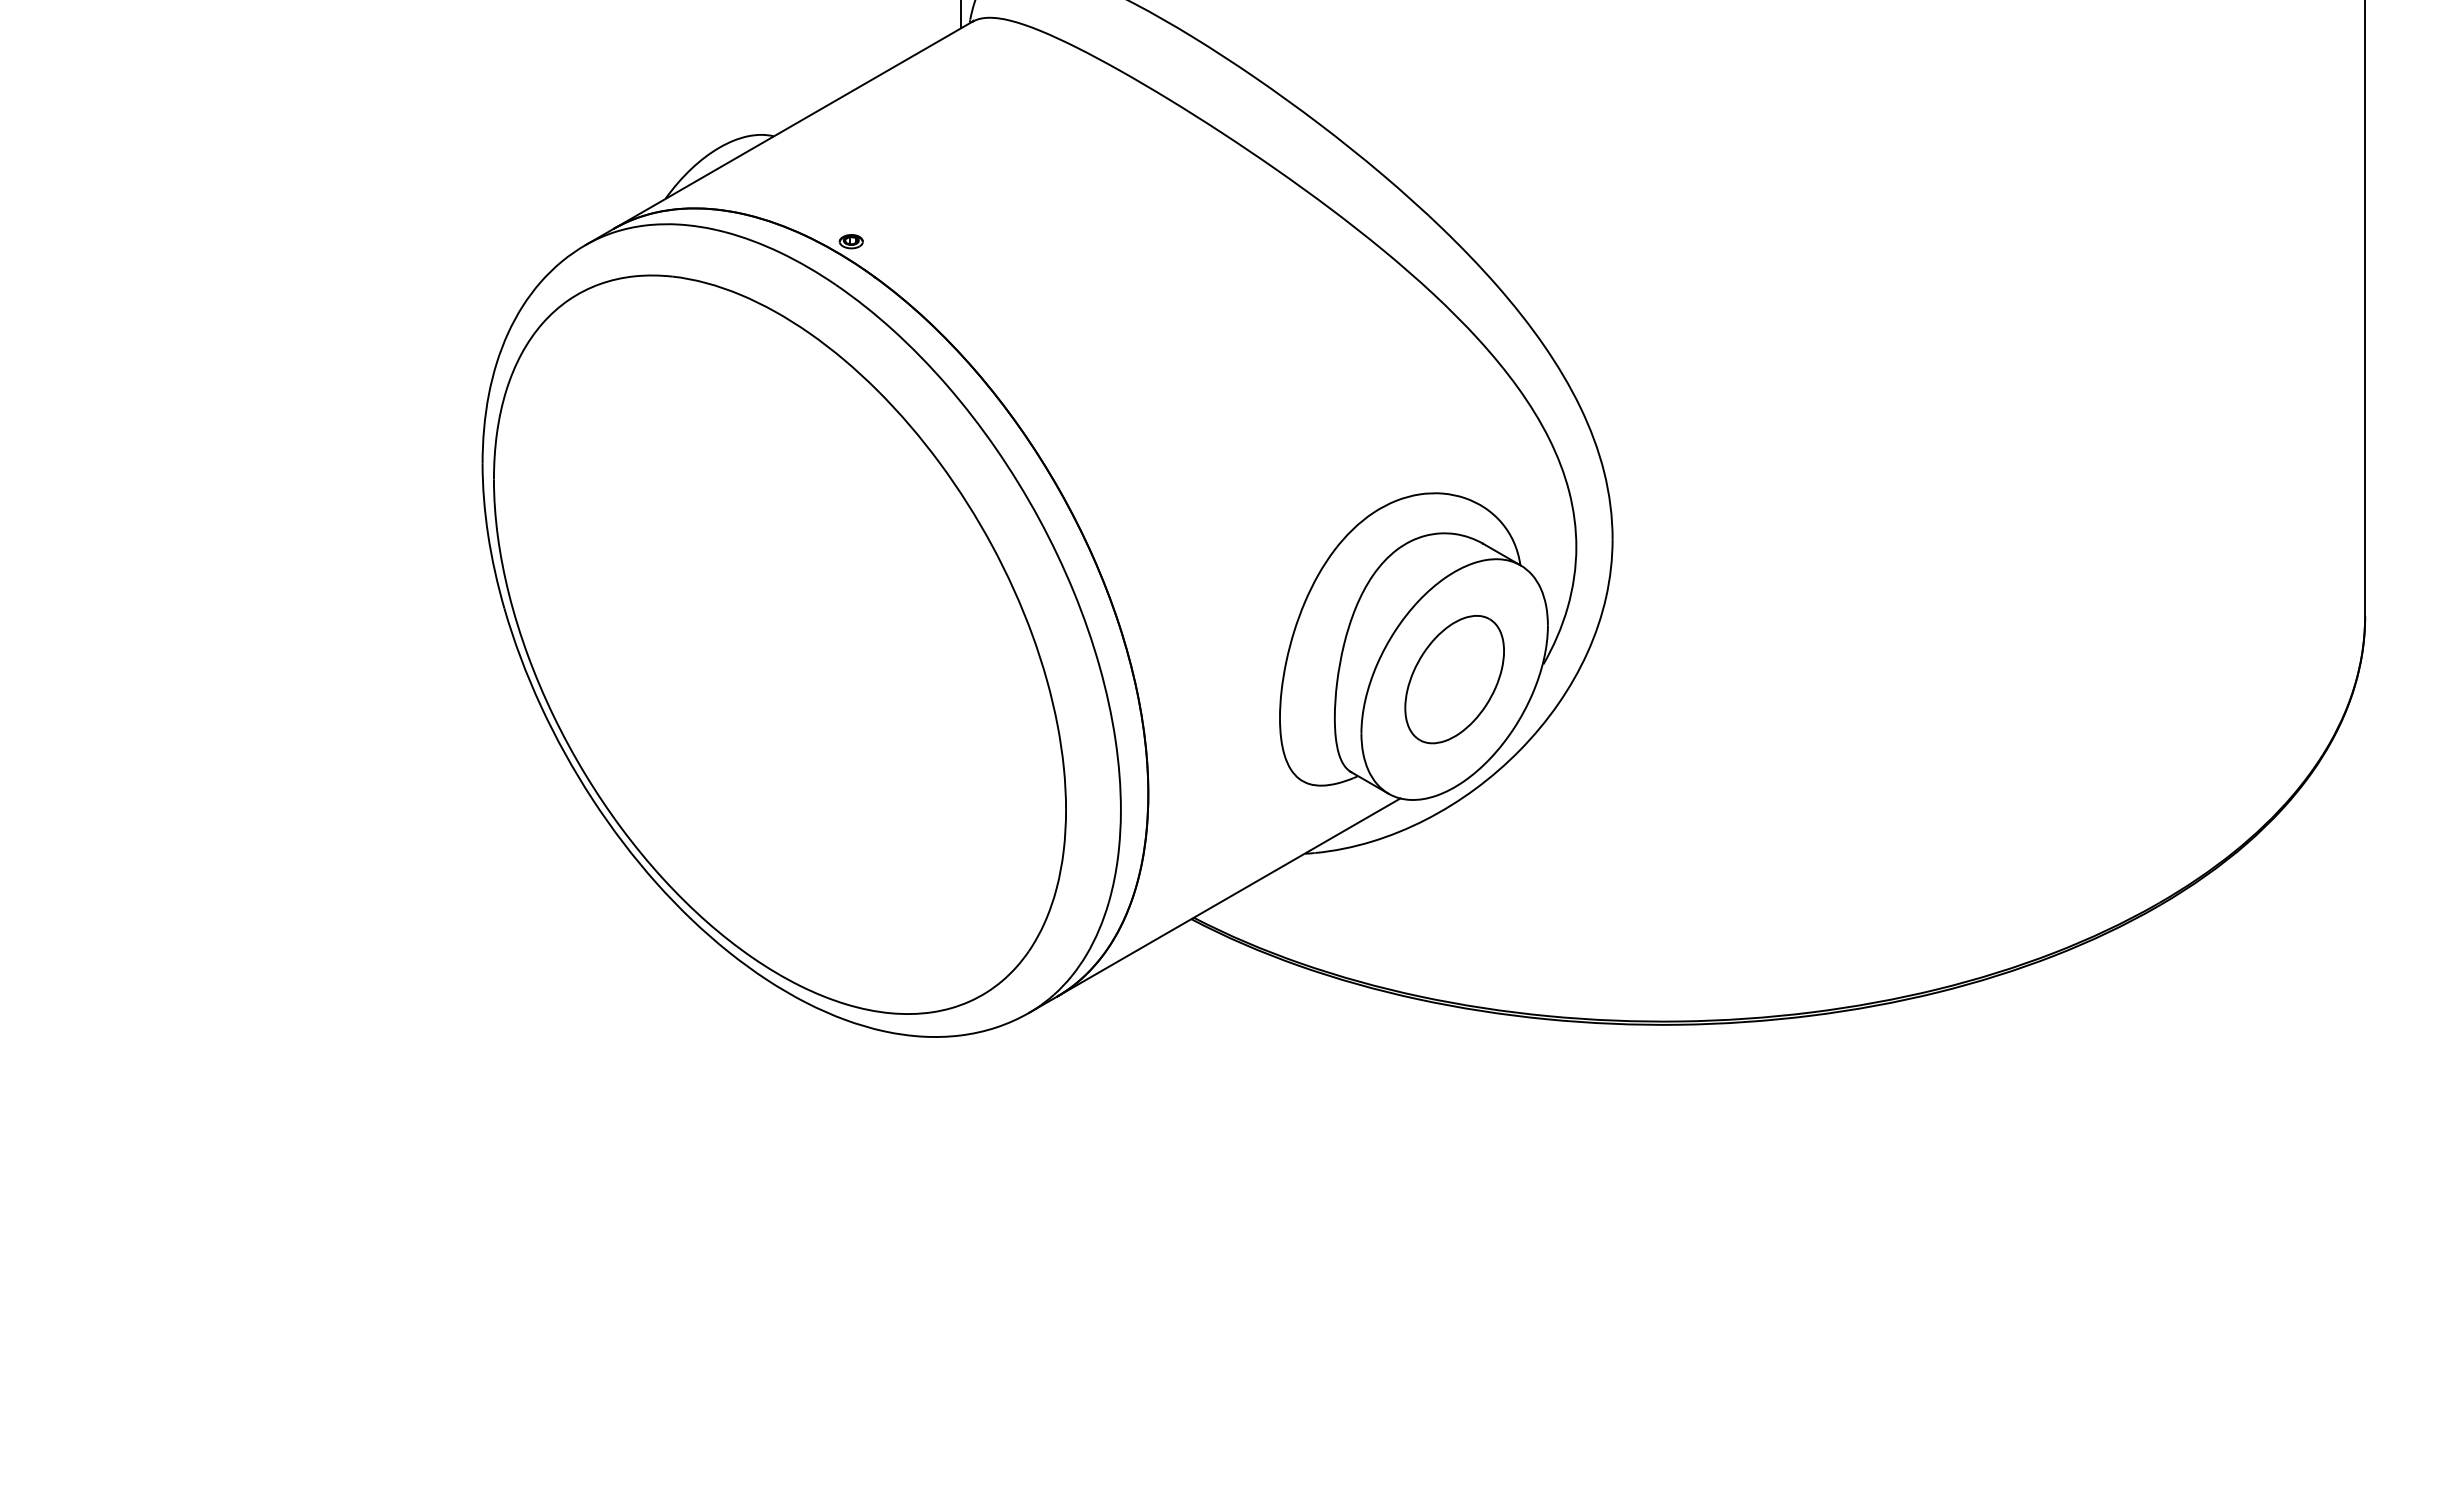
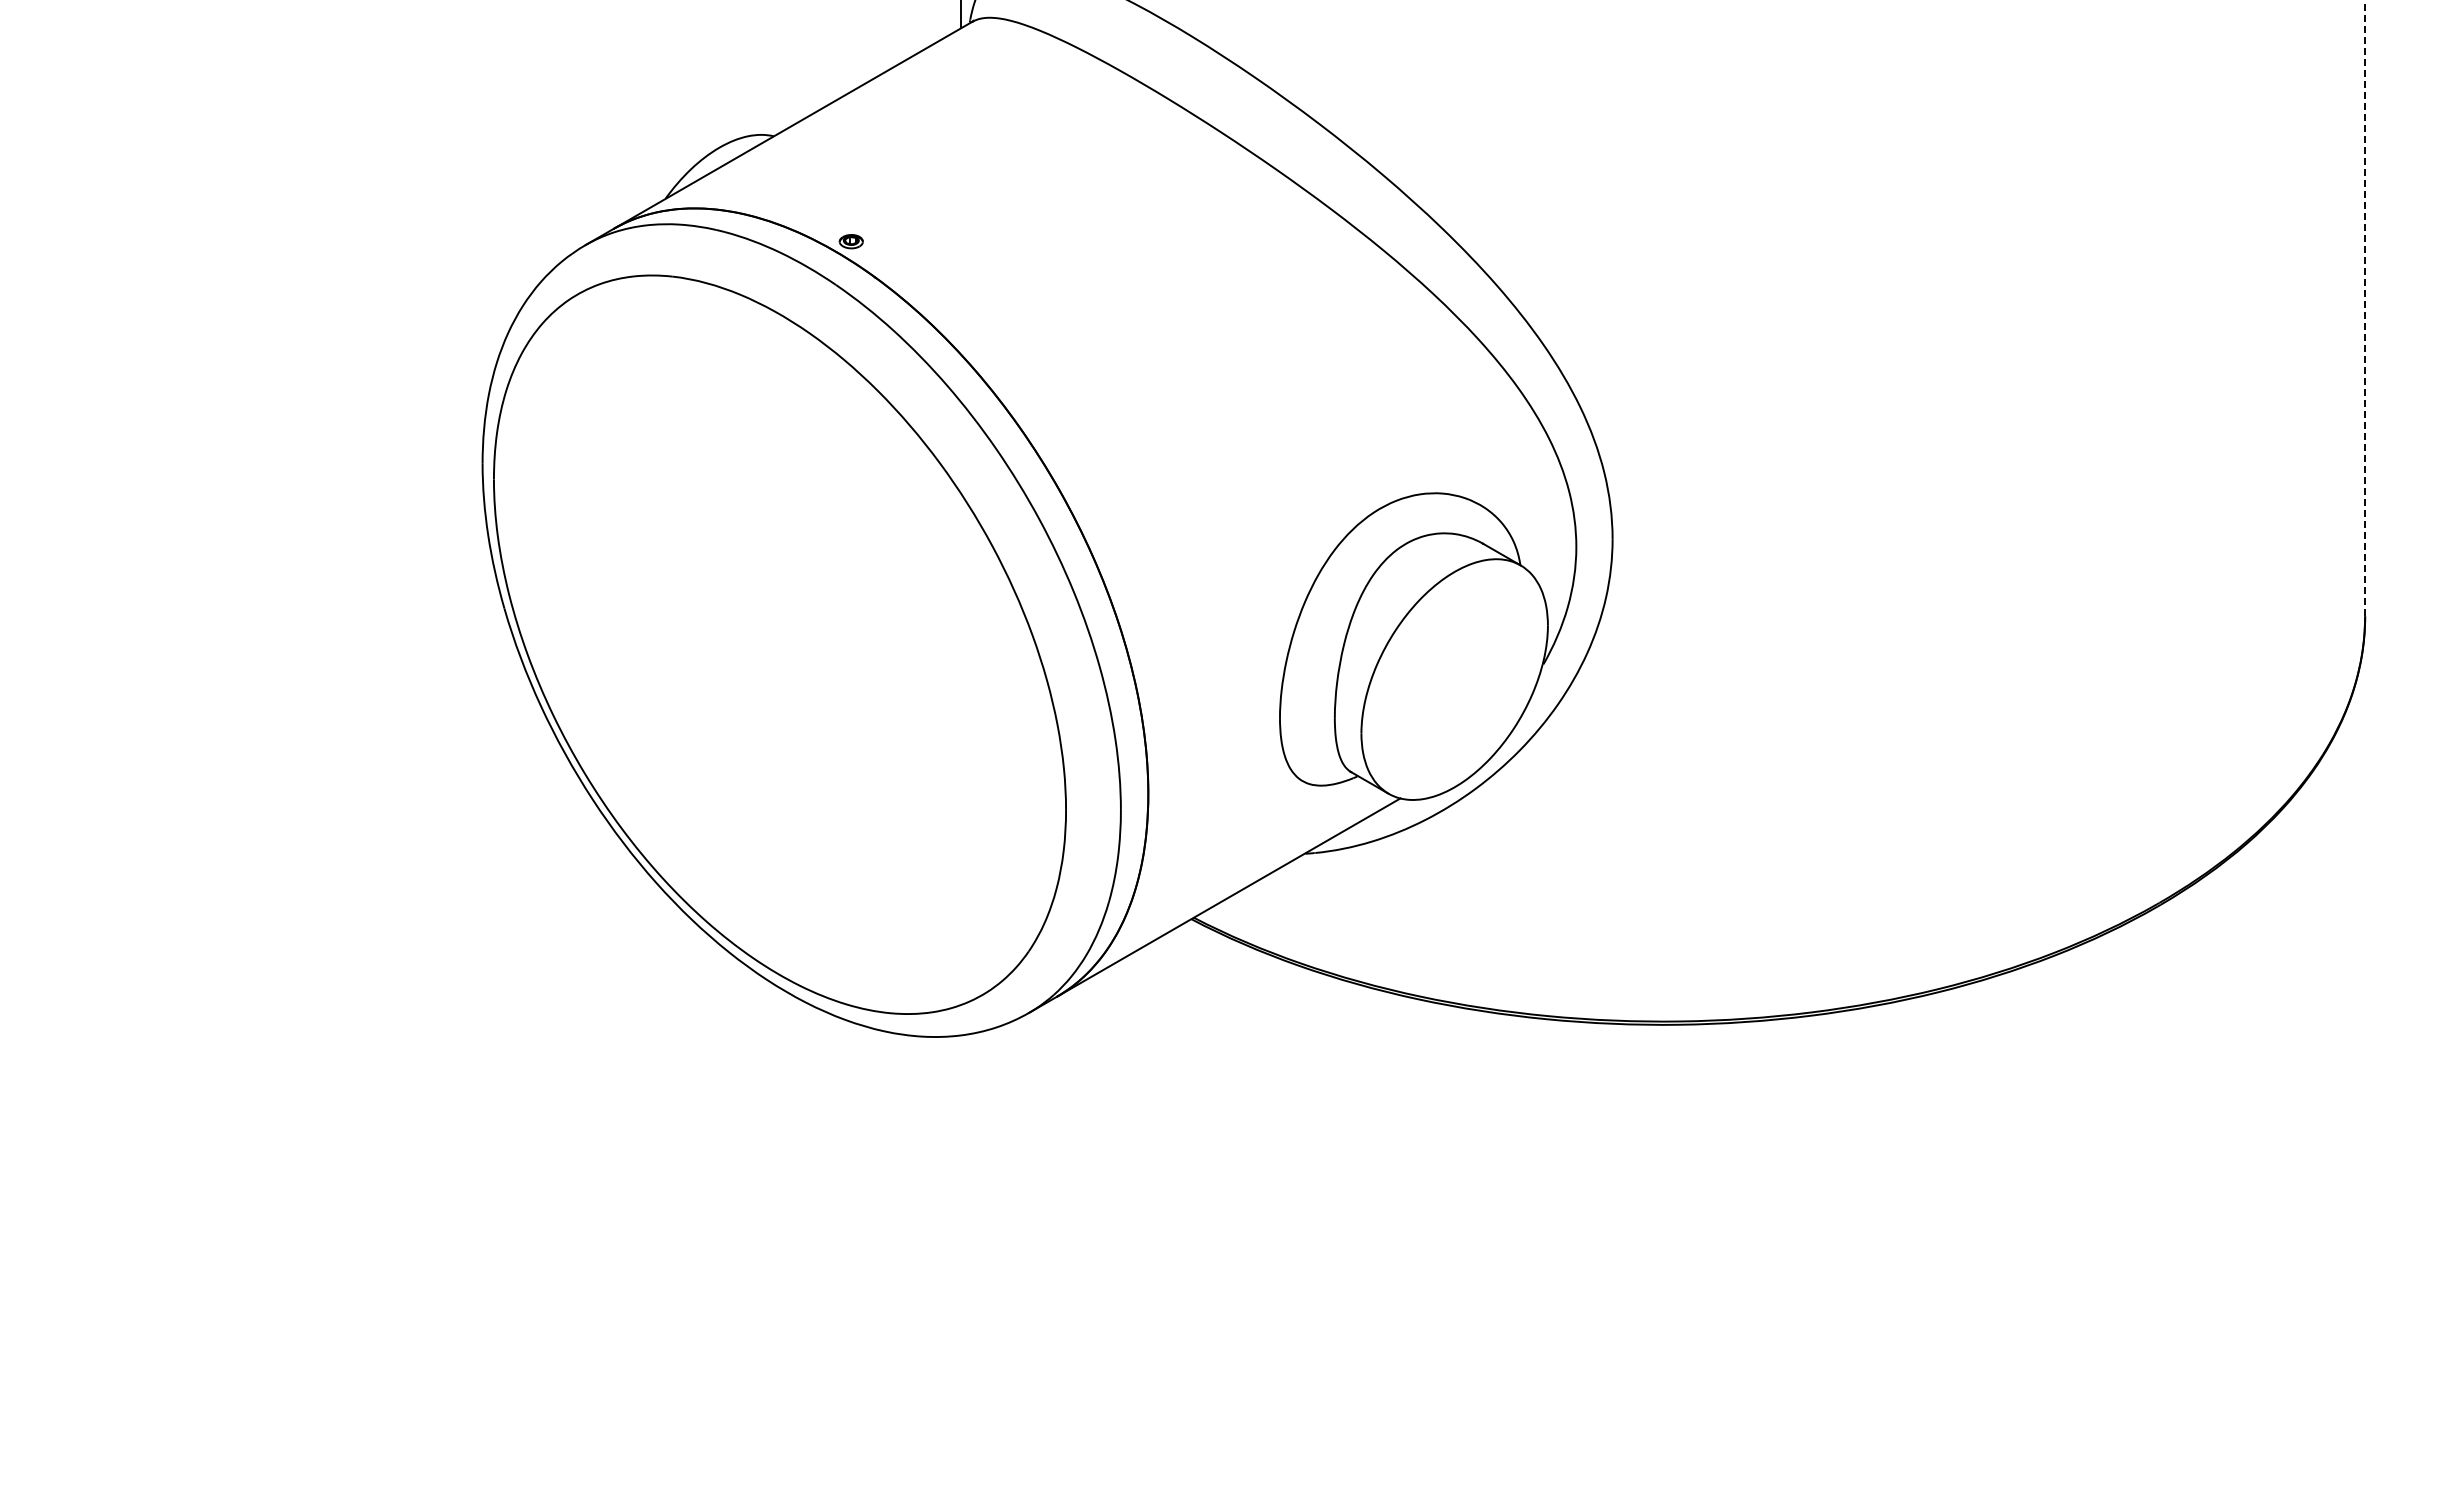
line at (2365, 308): solid -> dashed
part at (1454, 679): present -> none
